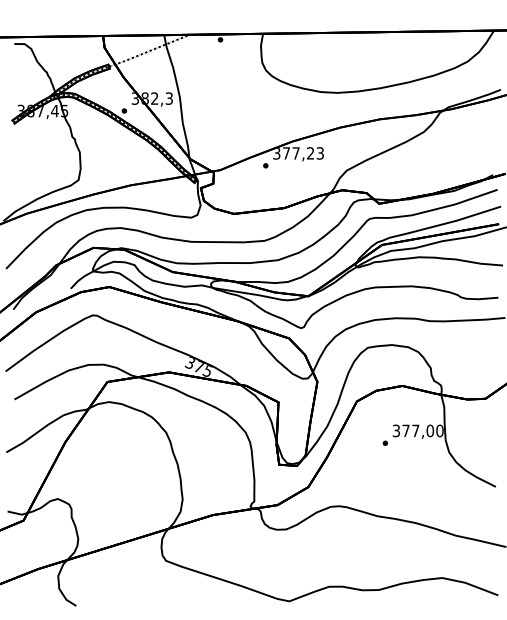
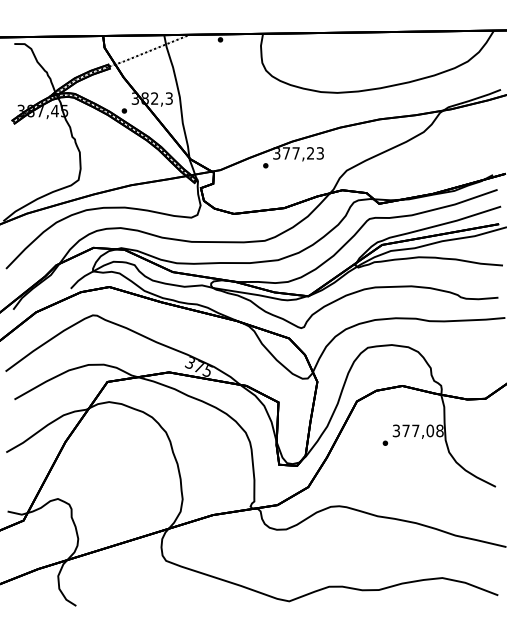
text at (439, 430): 377,00 -> 377,08
